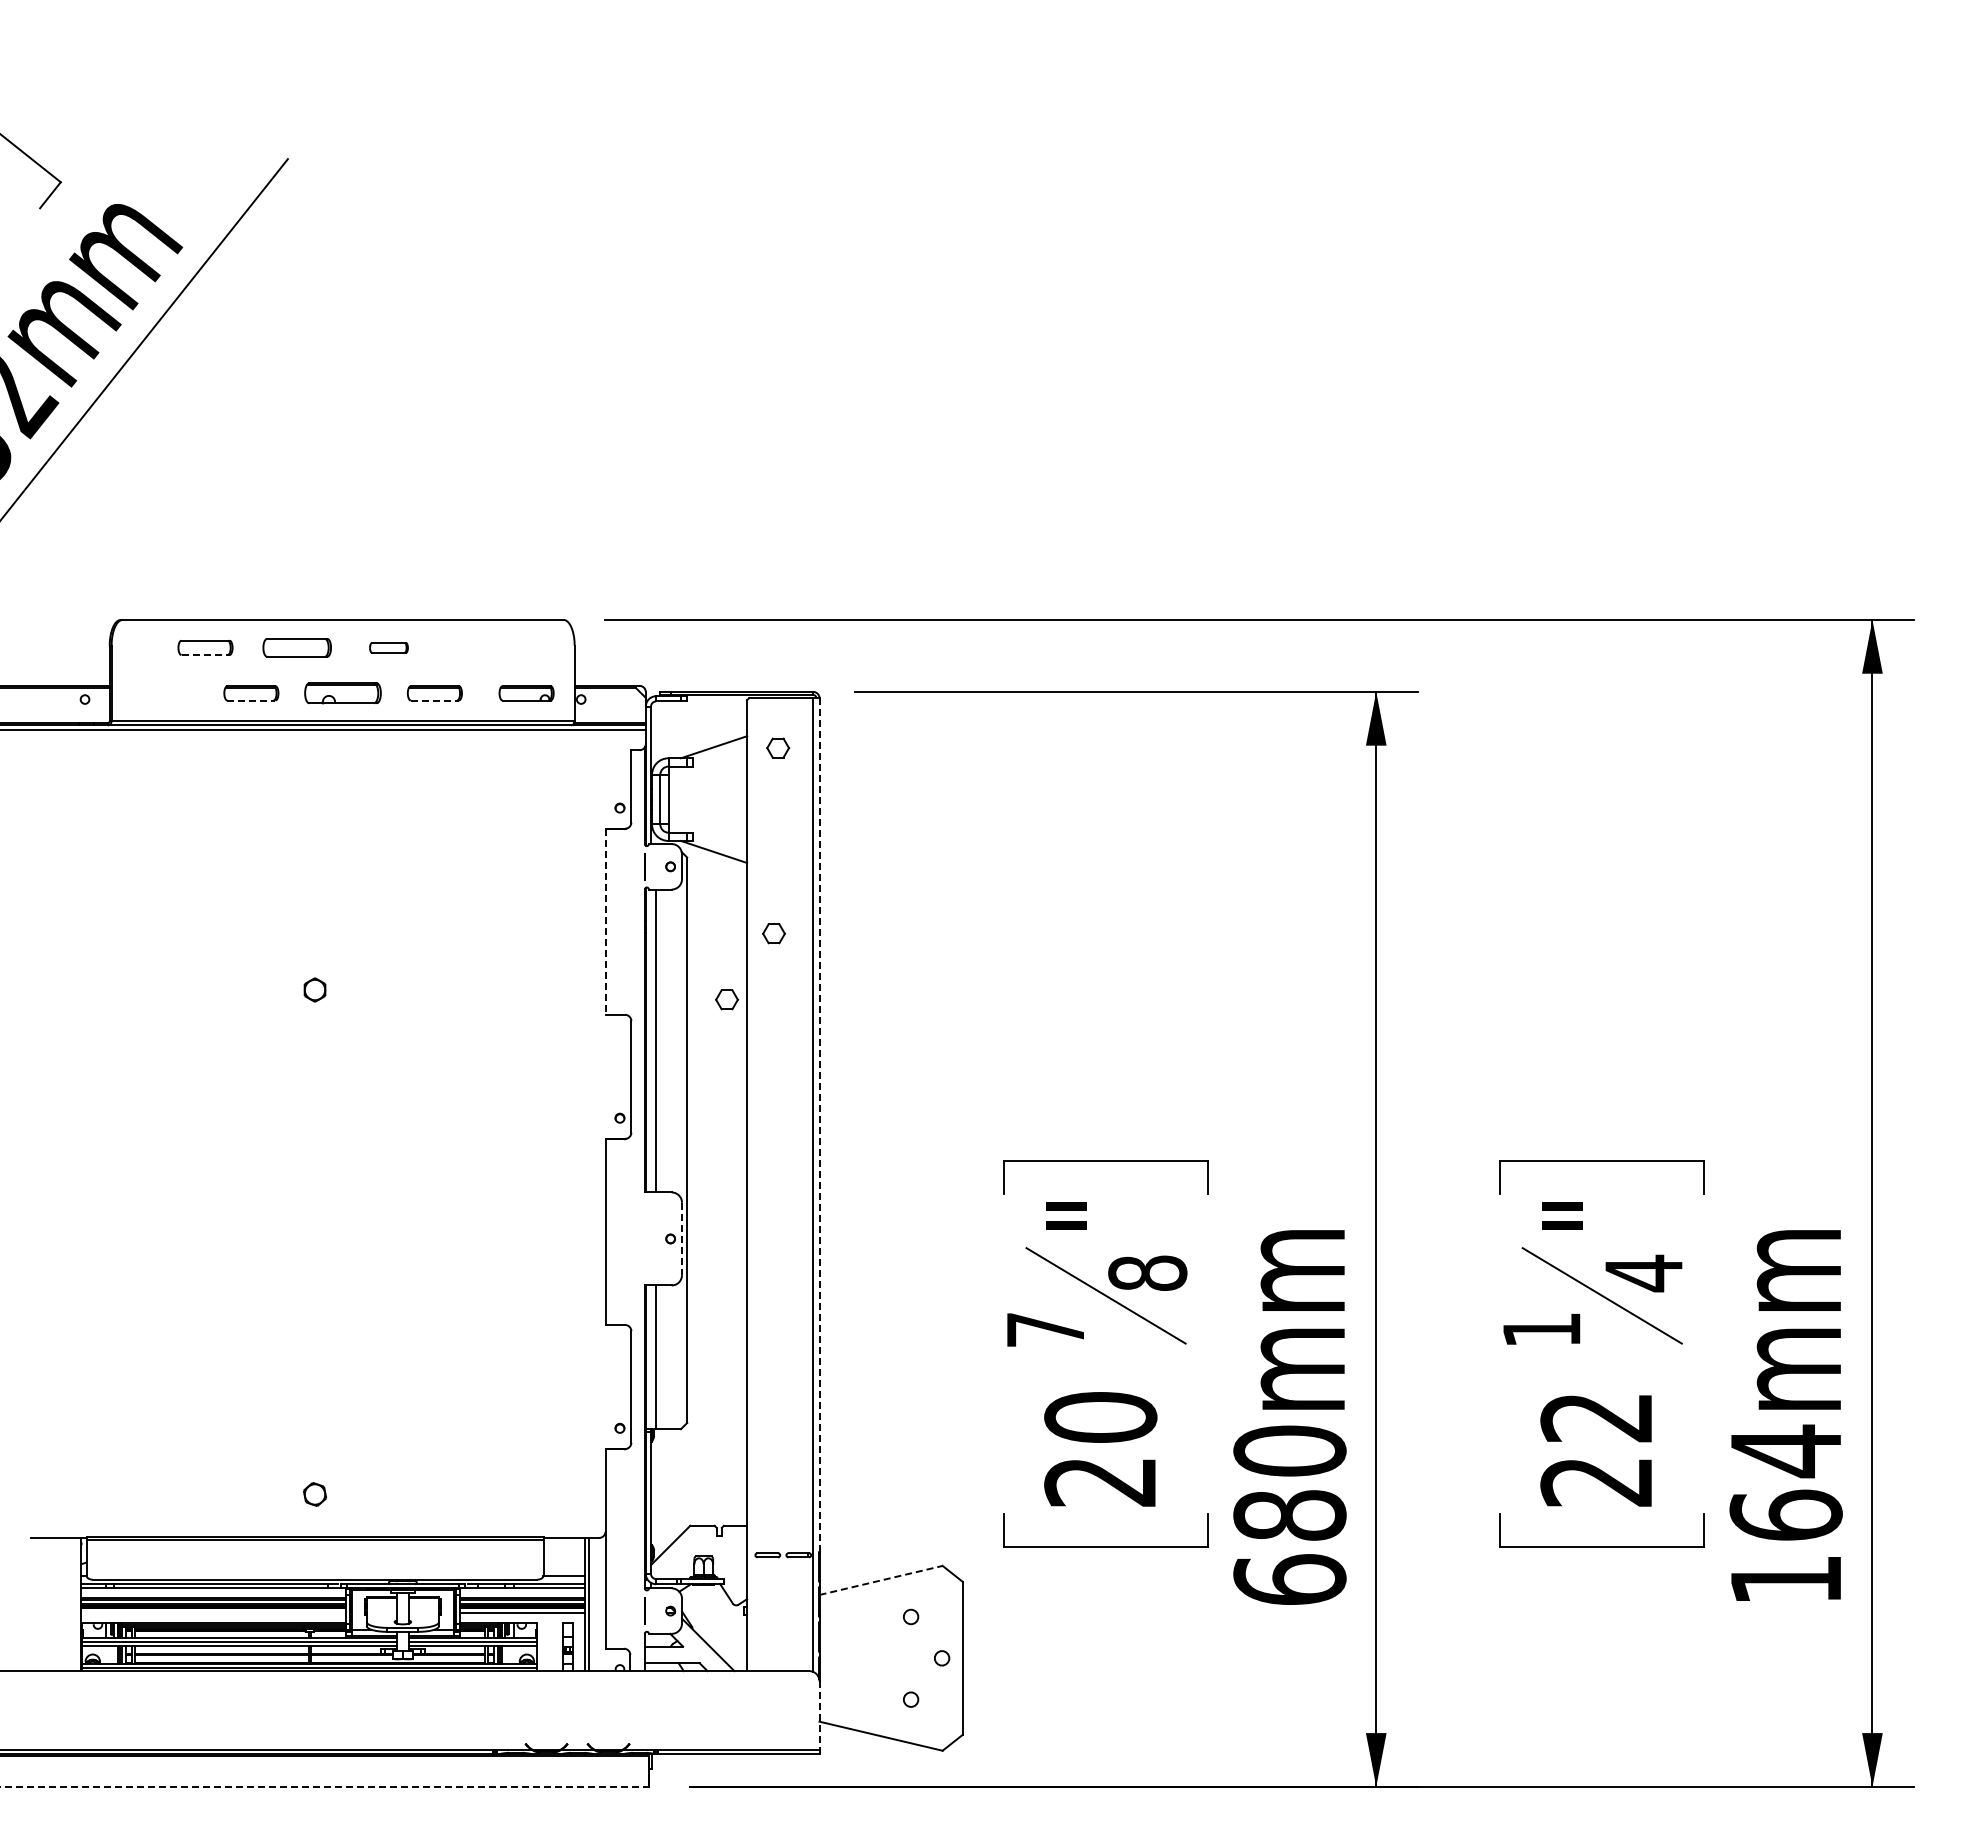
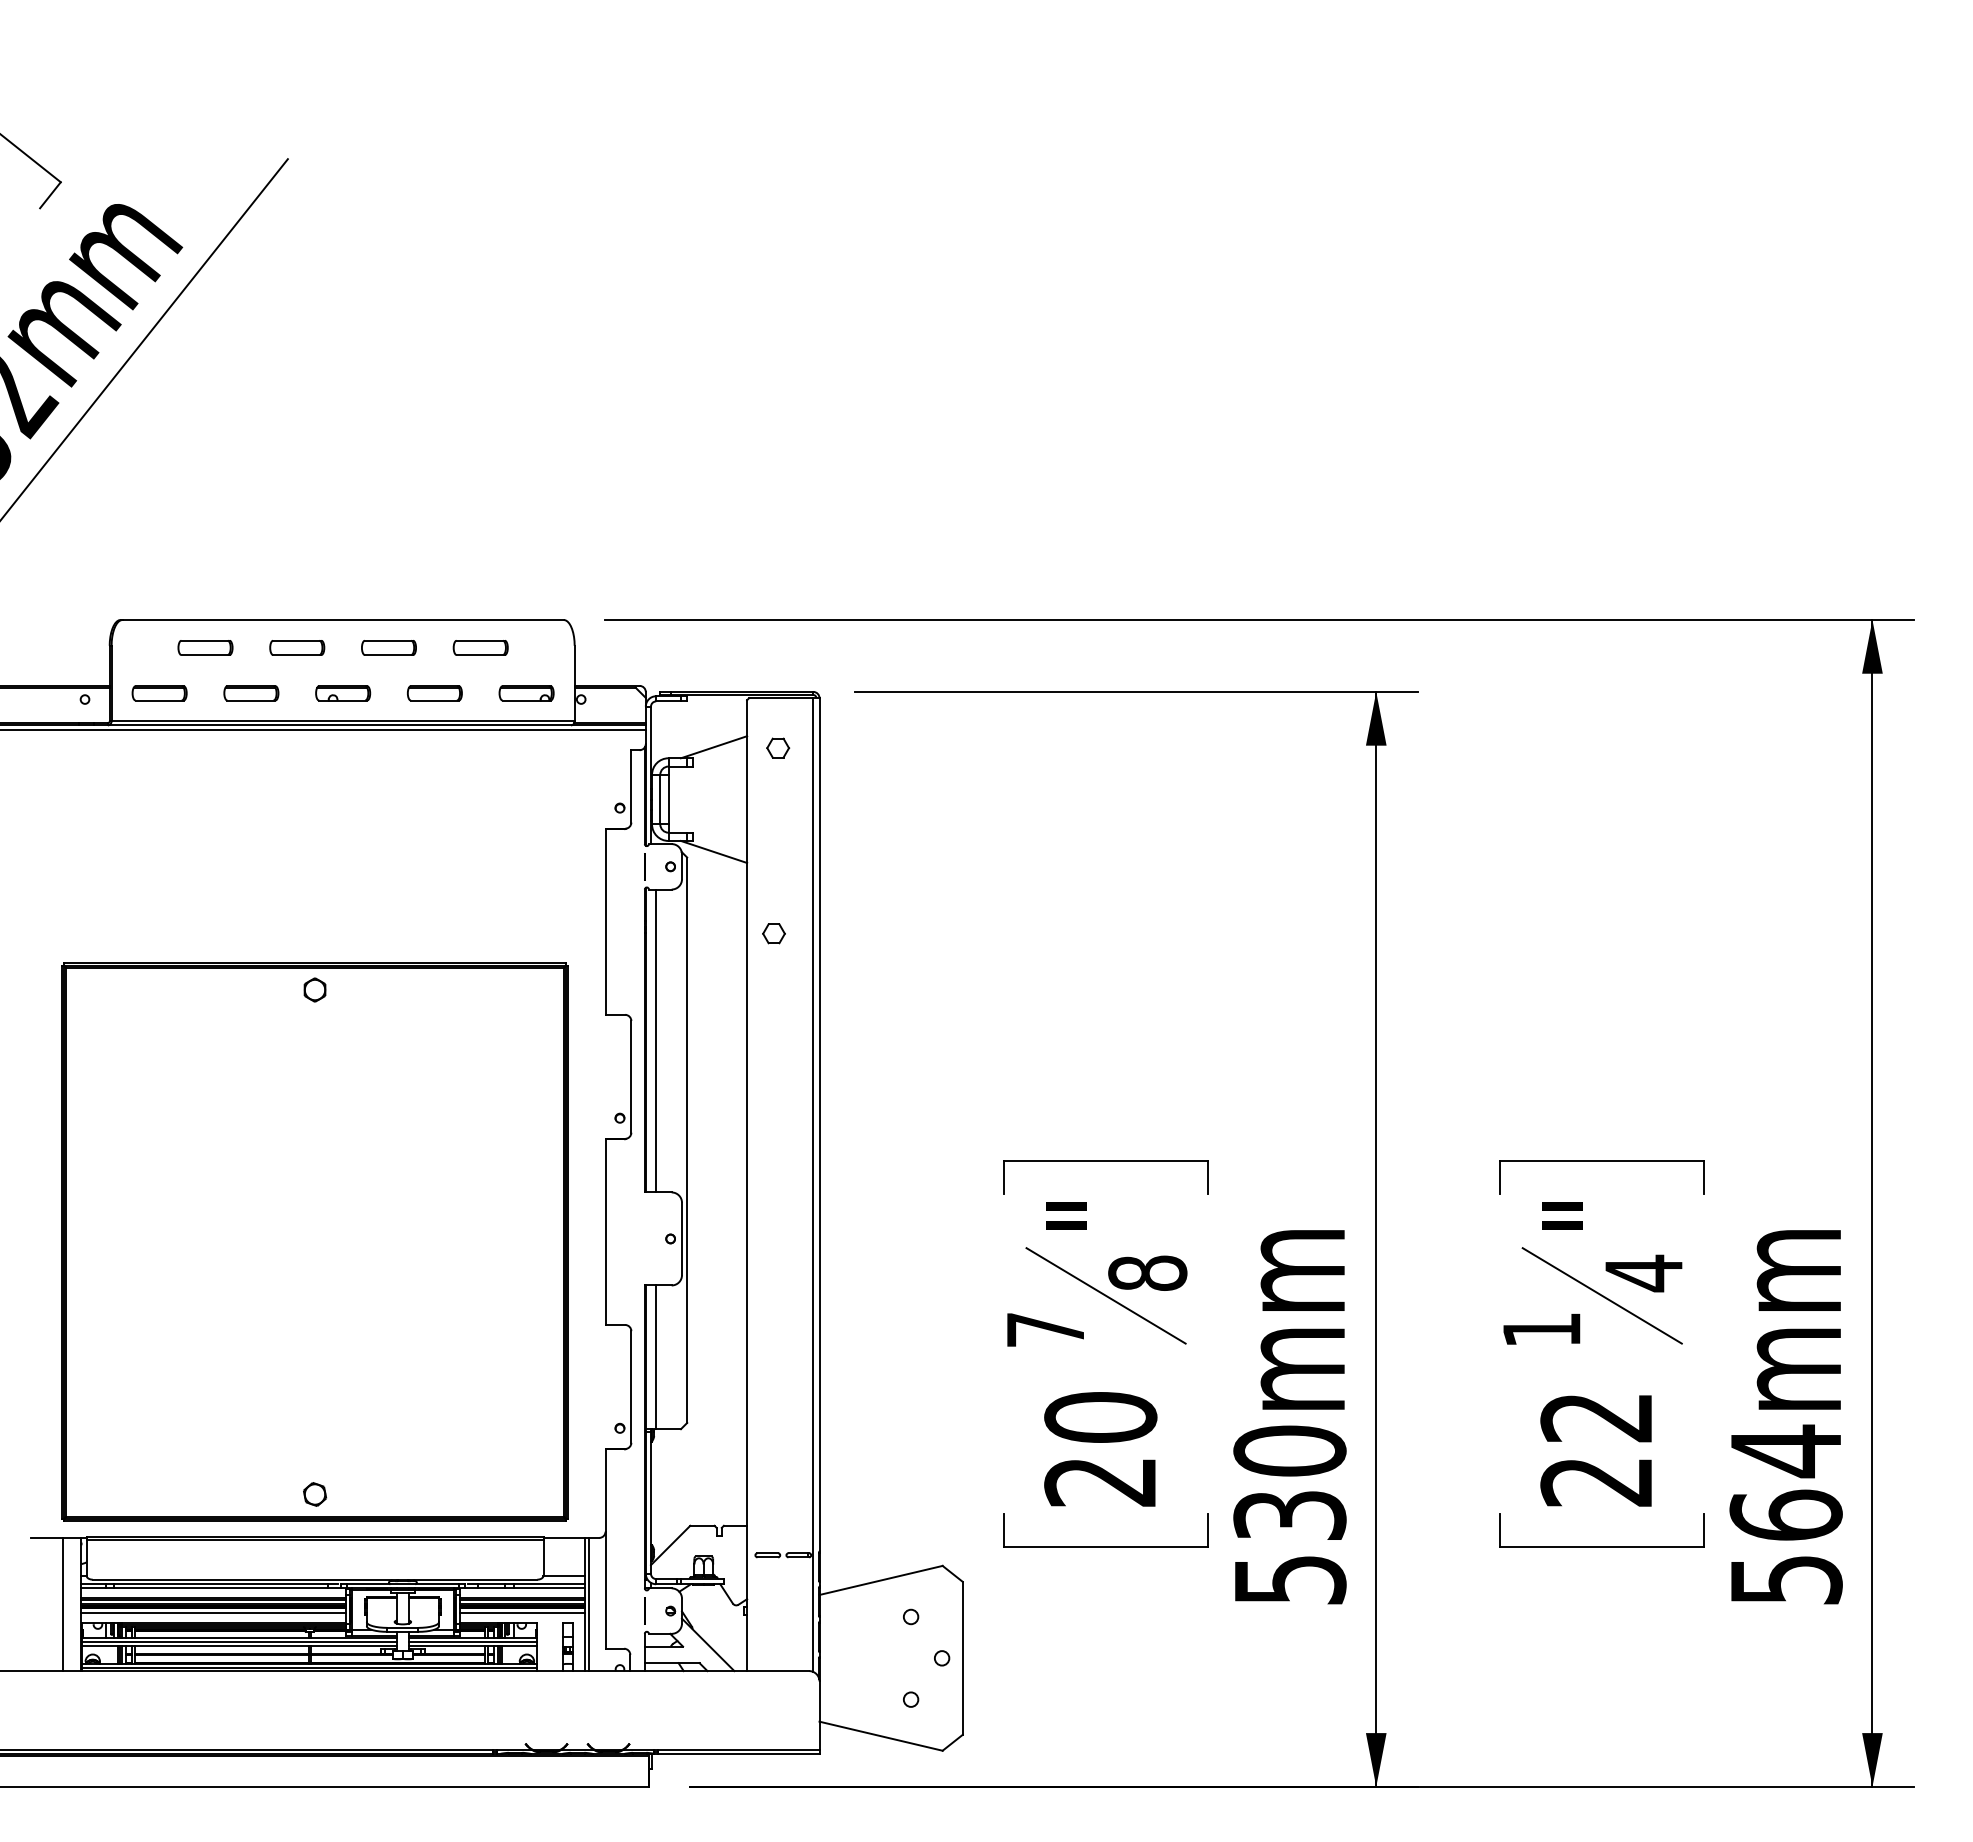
part at (296, 647) size: 70x20 px -> 57x16 px
part at (388, 647) size: 40x12 px -> 56x16 px
part at (480, 647): none -> present
line at (206, 655): dashed -> solid
part at (159, 693): none -> present
part at (342, 693) size: 78x23 px -> 57x17 px
line at (251, 700): dashed -> solid
line at (435, 700): dashed -> solid
line at (605, 922): dashed -> solid
part at (726, 999): present -> none
line at (819, 1124): dashed -> solid
line at (682, 1239): dashed -> solid
part at (314, 1241): none -> present
text at (1289, 1547): 680mm -> 530mm
line at (881, 1580): dashed -> solid
text at (1786, 1580): 164mm -> 564mm
line at (62, 1604): none -> present
line at (213, 1612): none -> present
line at (819, 1716): dashed -> solid
line at (324, 1786): dashed -> solid
